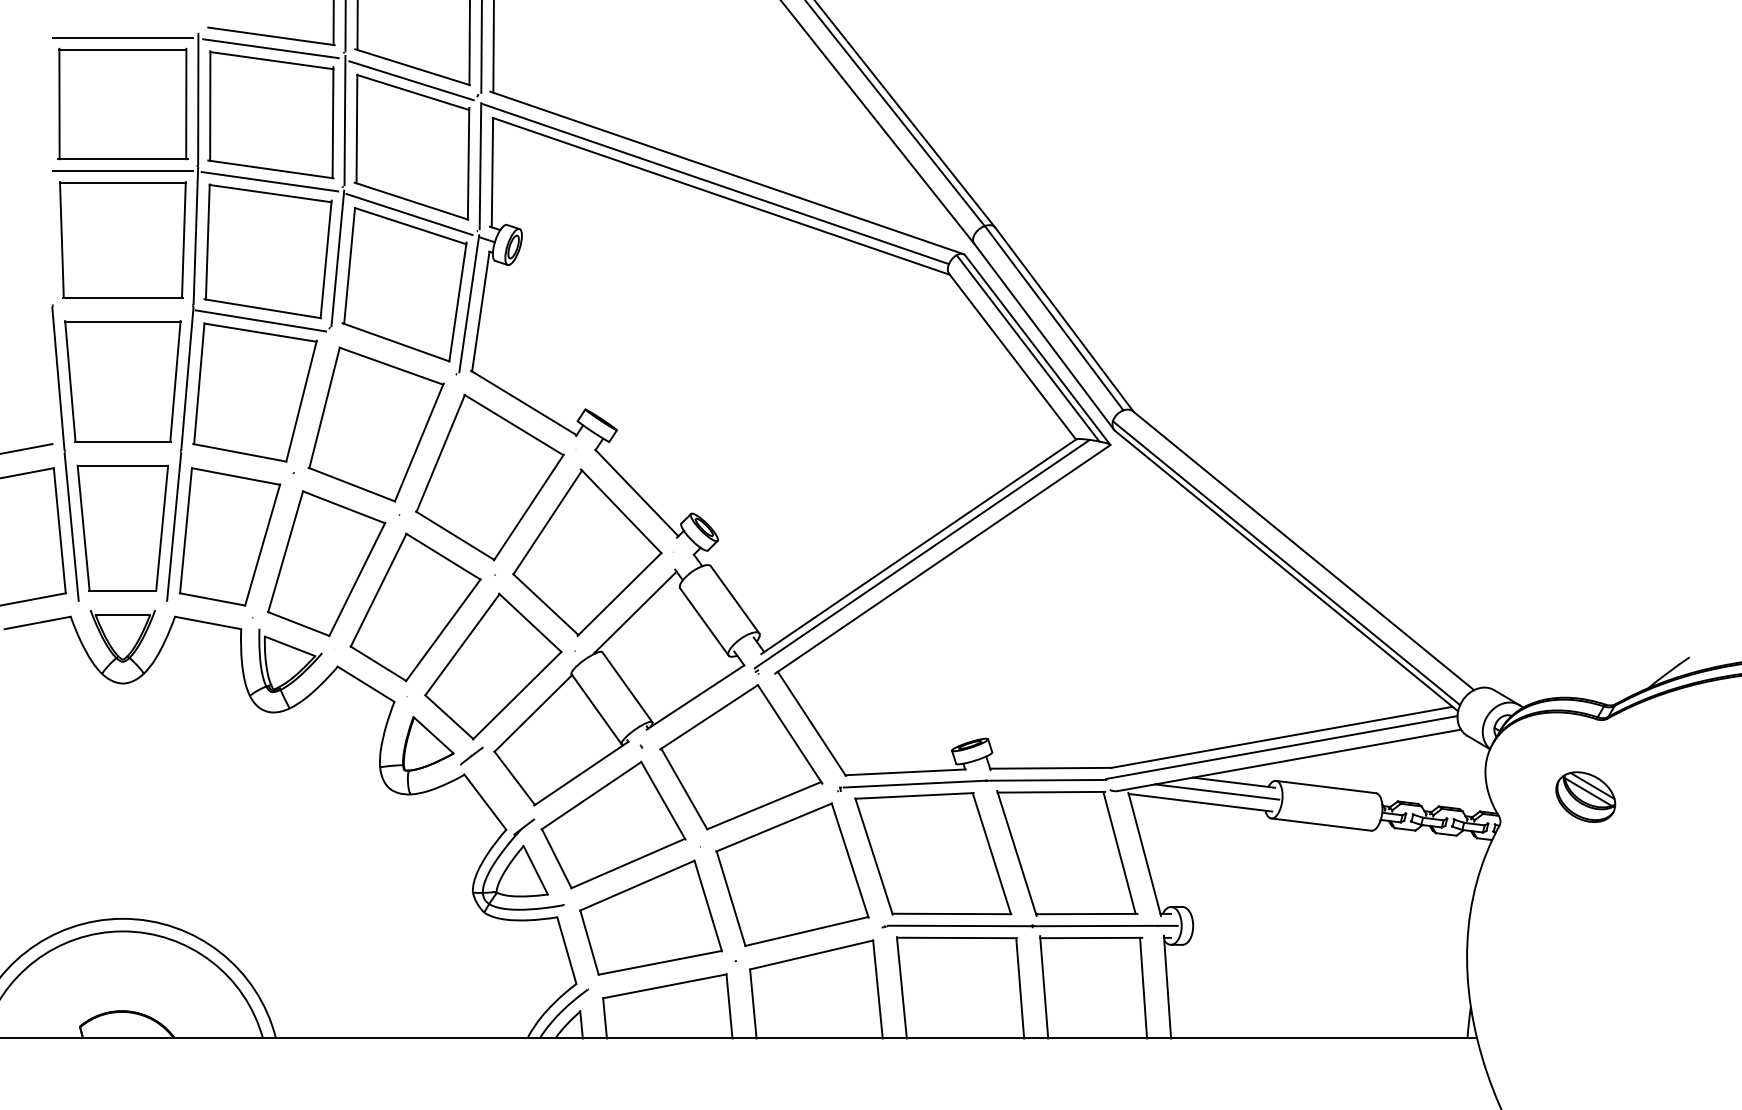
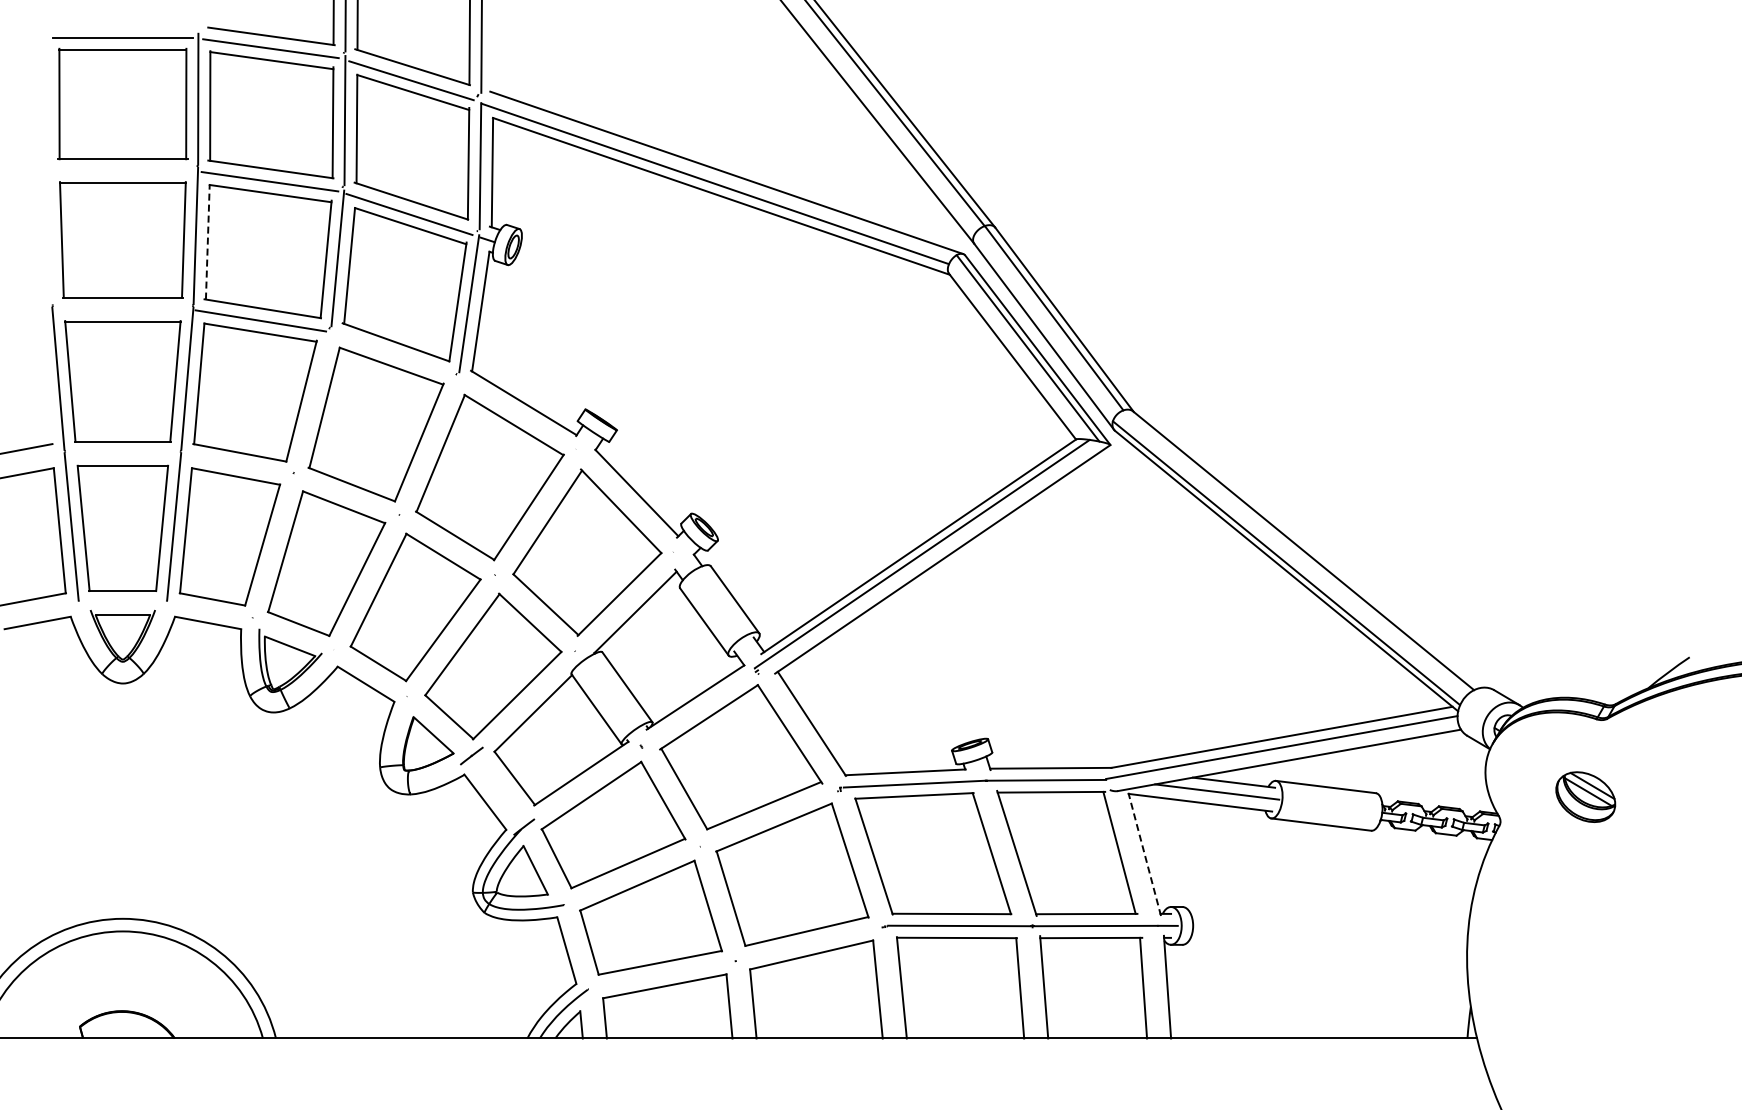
line at (493, 47): present -> none
line at (122, 171): present -> none
line at (207, 242): solid -> dashed
line at (1144, 854): solid -> dashed
